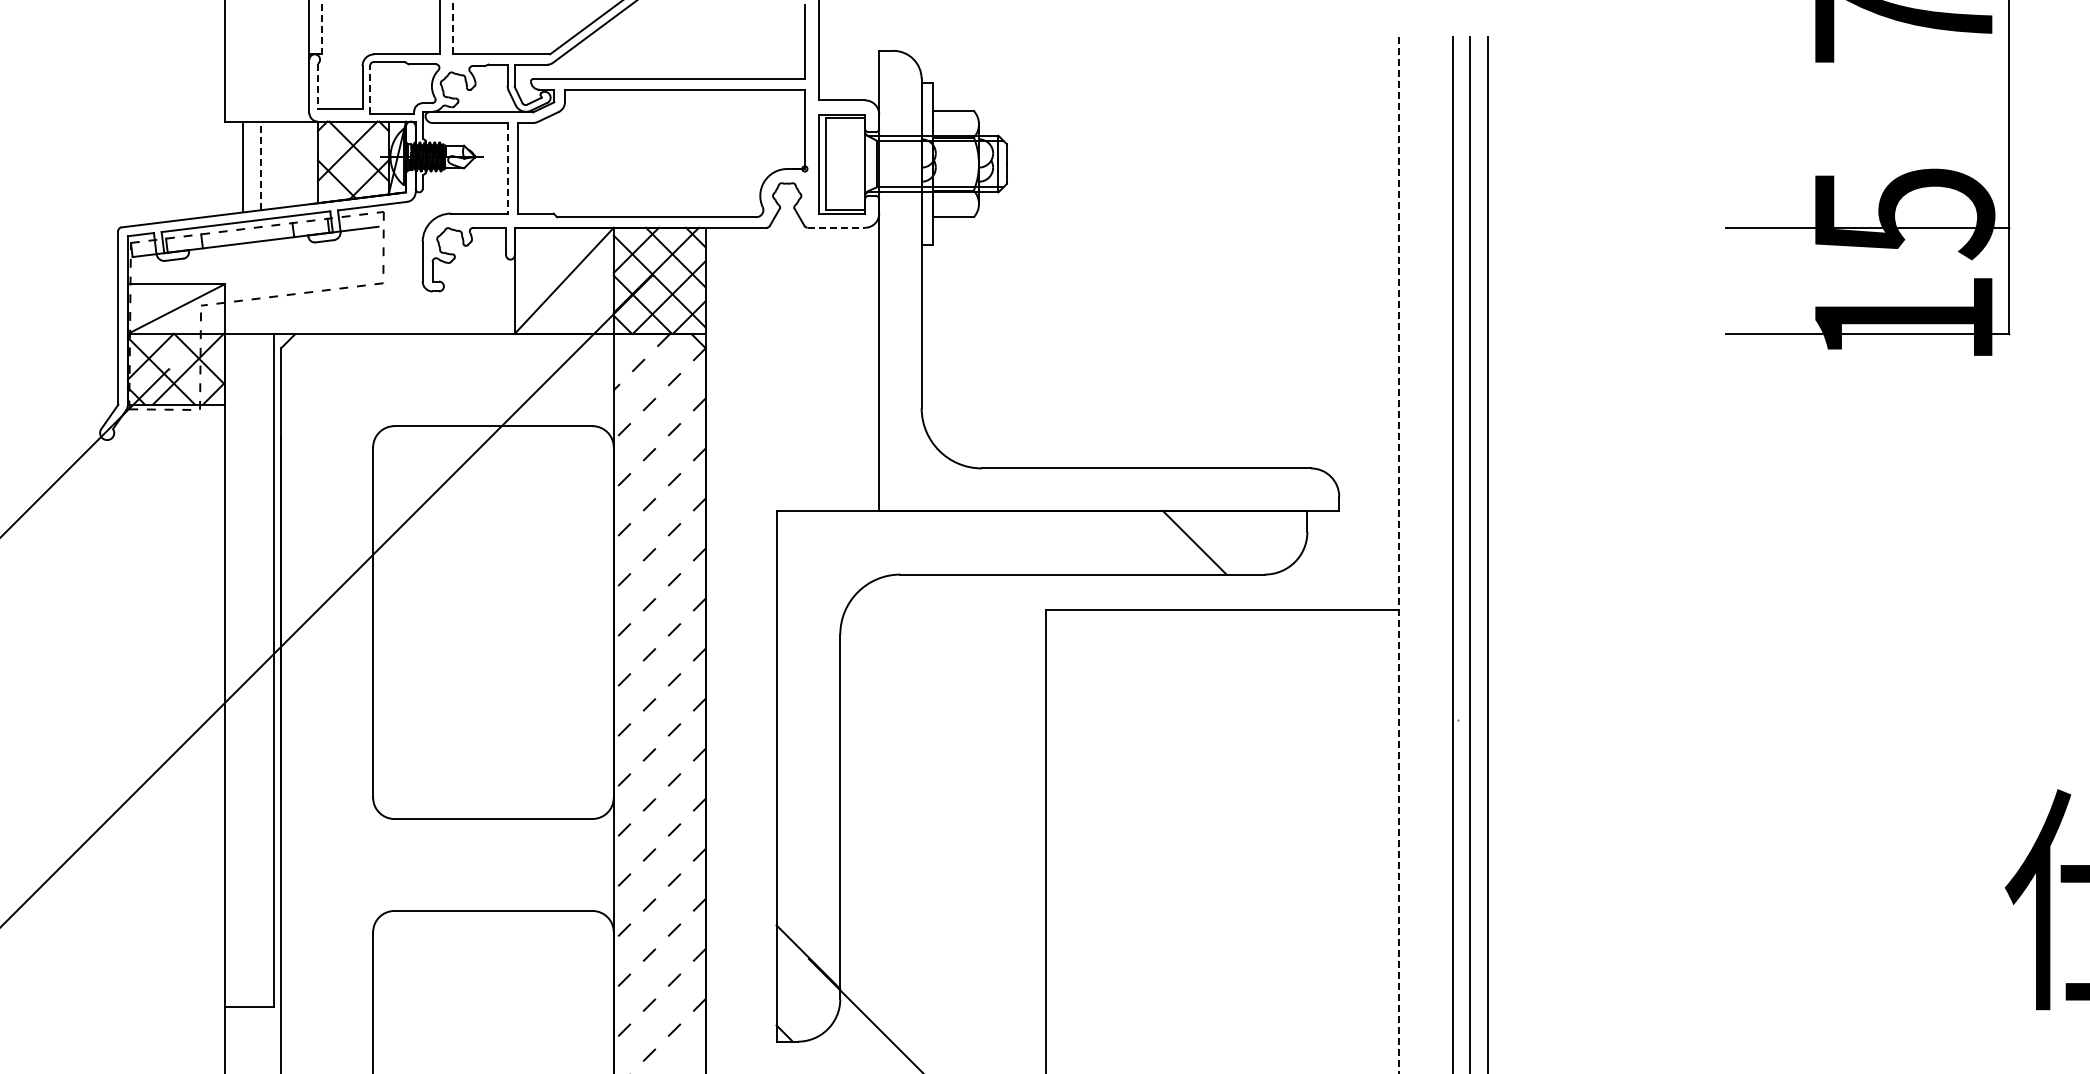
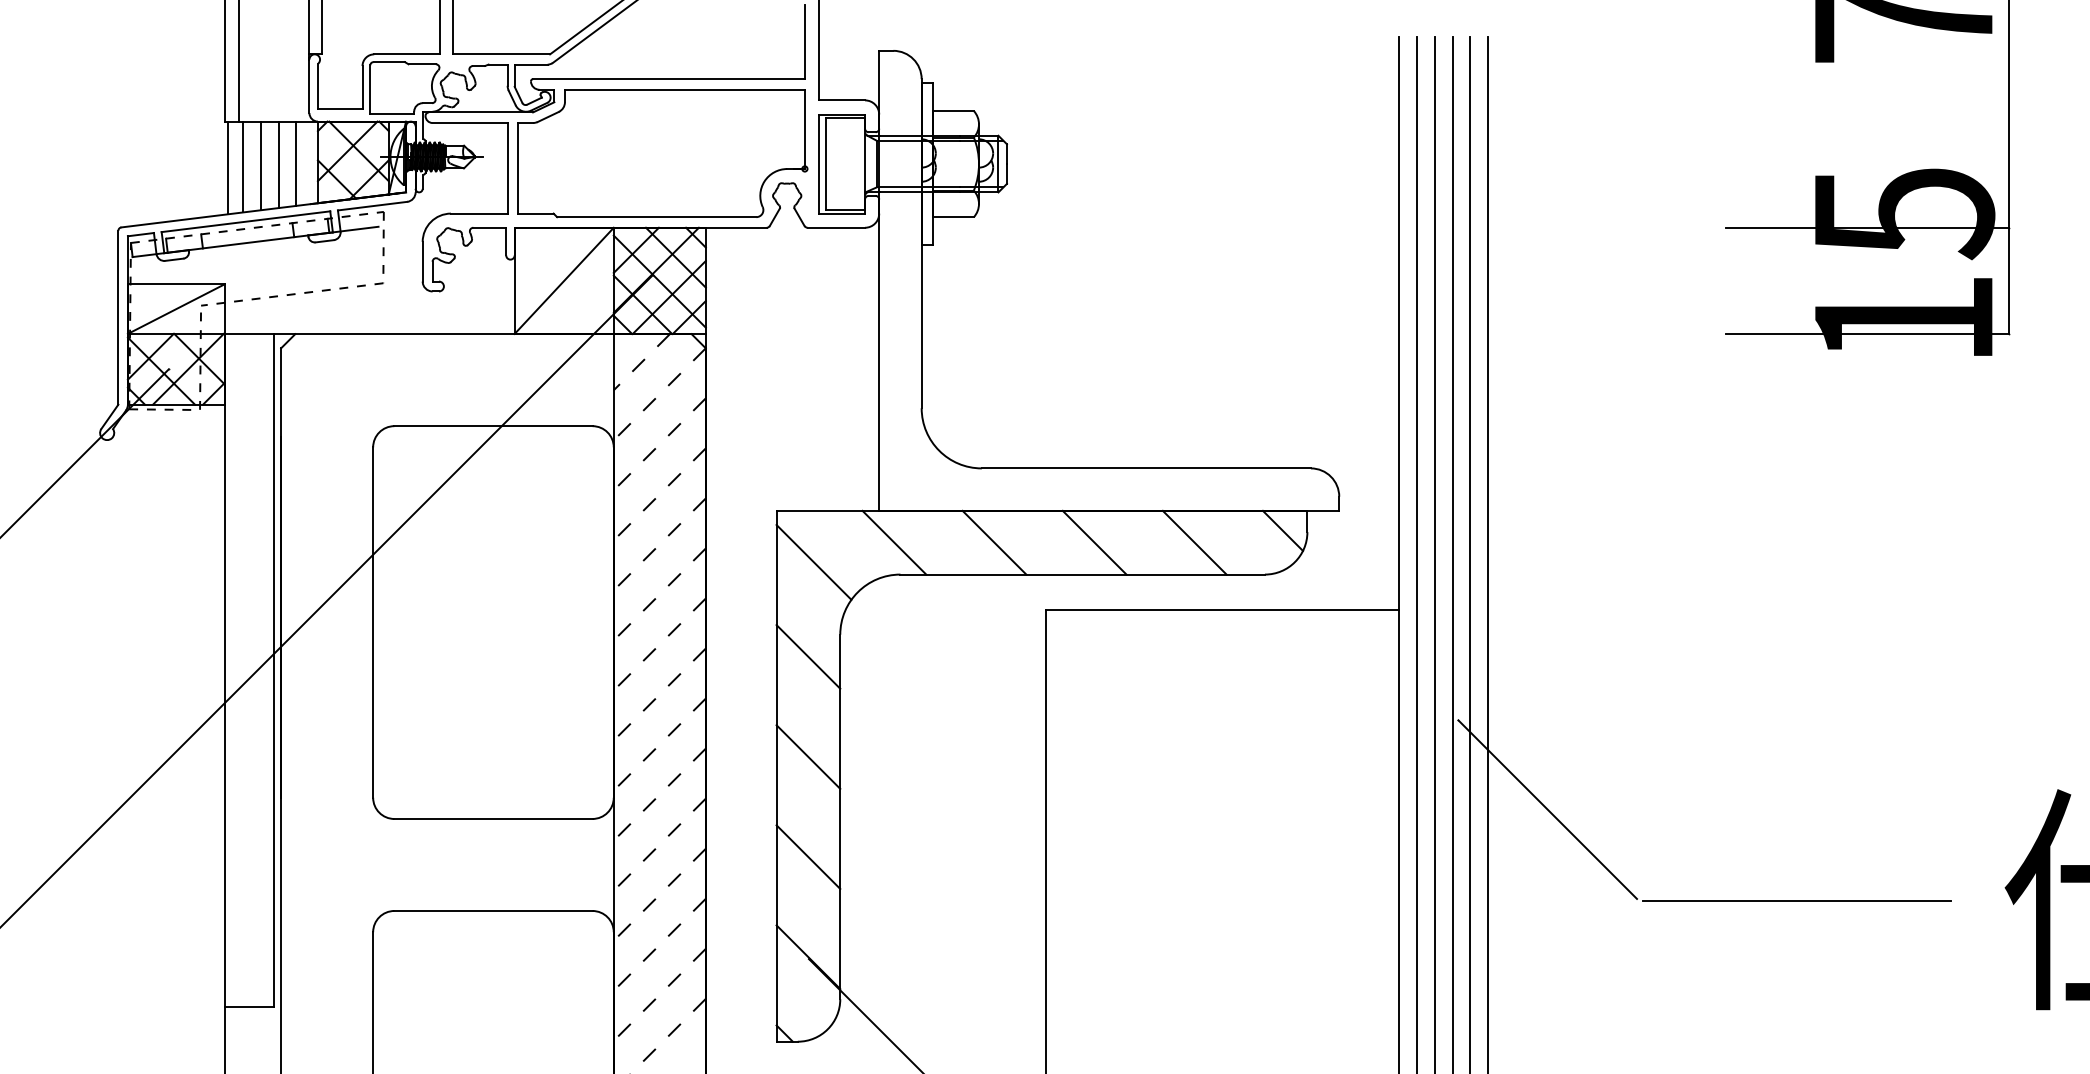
line at (453, 26): dashed -> solid
line at (322, 27): dashed -> solid
line at (238, 61): none -> present
line at (317, 86): dashed -> solid
line at (370, 89): dashed -> solid
line at (296, 163): none -> present
line at (278, 164): none -> present
line at (260, 165): dashed -> solid
line at (228, 167): none -> present
line at (507, 168): dashed -> solid
line at (836, 227): dashed -> solid
line at (1282, 530): none -> present
line at (894, 542): none -> present
line at (994, 542): none -> present
line at (1094, 542): none -> present
line at (1417, 553): none -> present
line at (1434, 553): none -> present
line at (1399, 555): dashed -> solid
line at (813, 561): none -> present
line at (808, 656): none -> present
line at (808, 756): none -> present
line at (1547, 809): none -> present
line at (808, 856): none -> present
line at (1796, 900): none -> present
